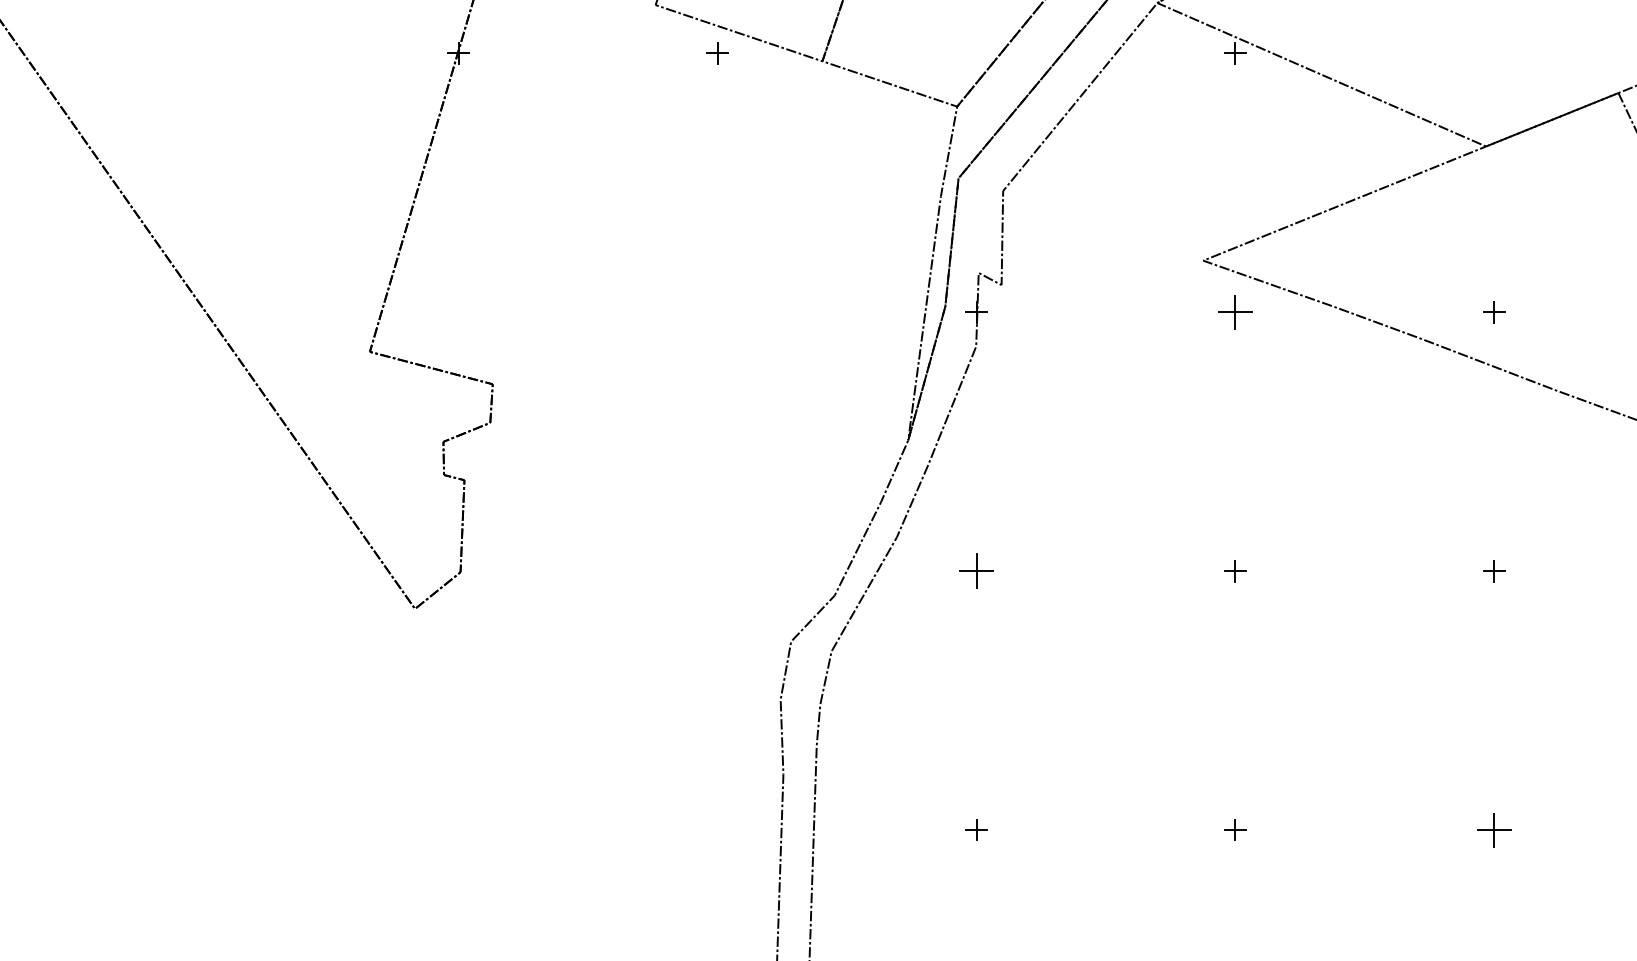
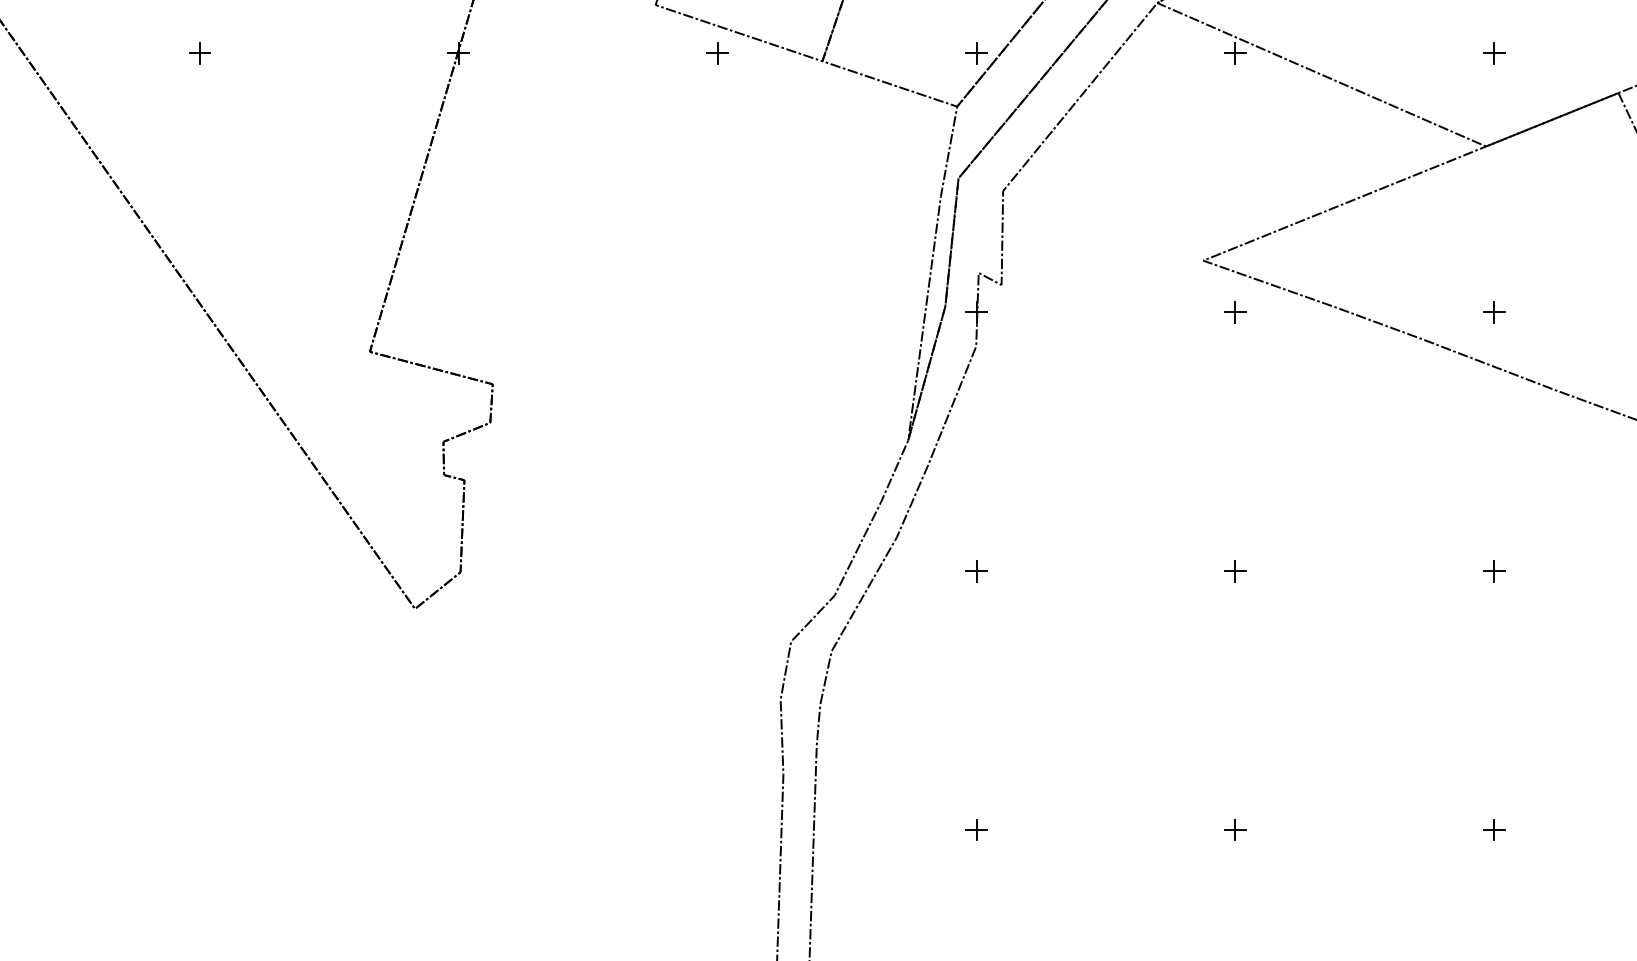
part at (199, 53): none -> present
part at (976, 53): none -> present
part at (1494, 53): none -> present
part at (1235, 312) size: 35x35 px -> 23x23 px
part at (976, 570) size: 35x36 px -> 23x23 px
part at (1494, 830) size: 35x35 px -> 23x22 px
